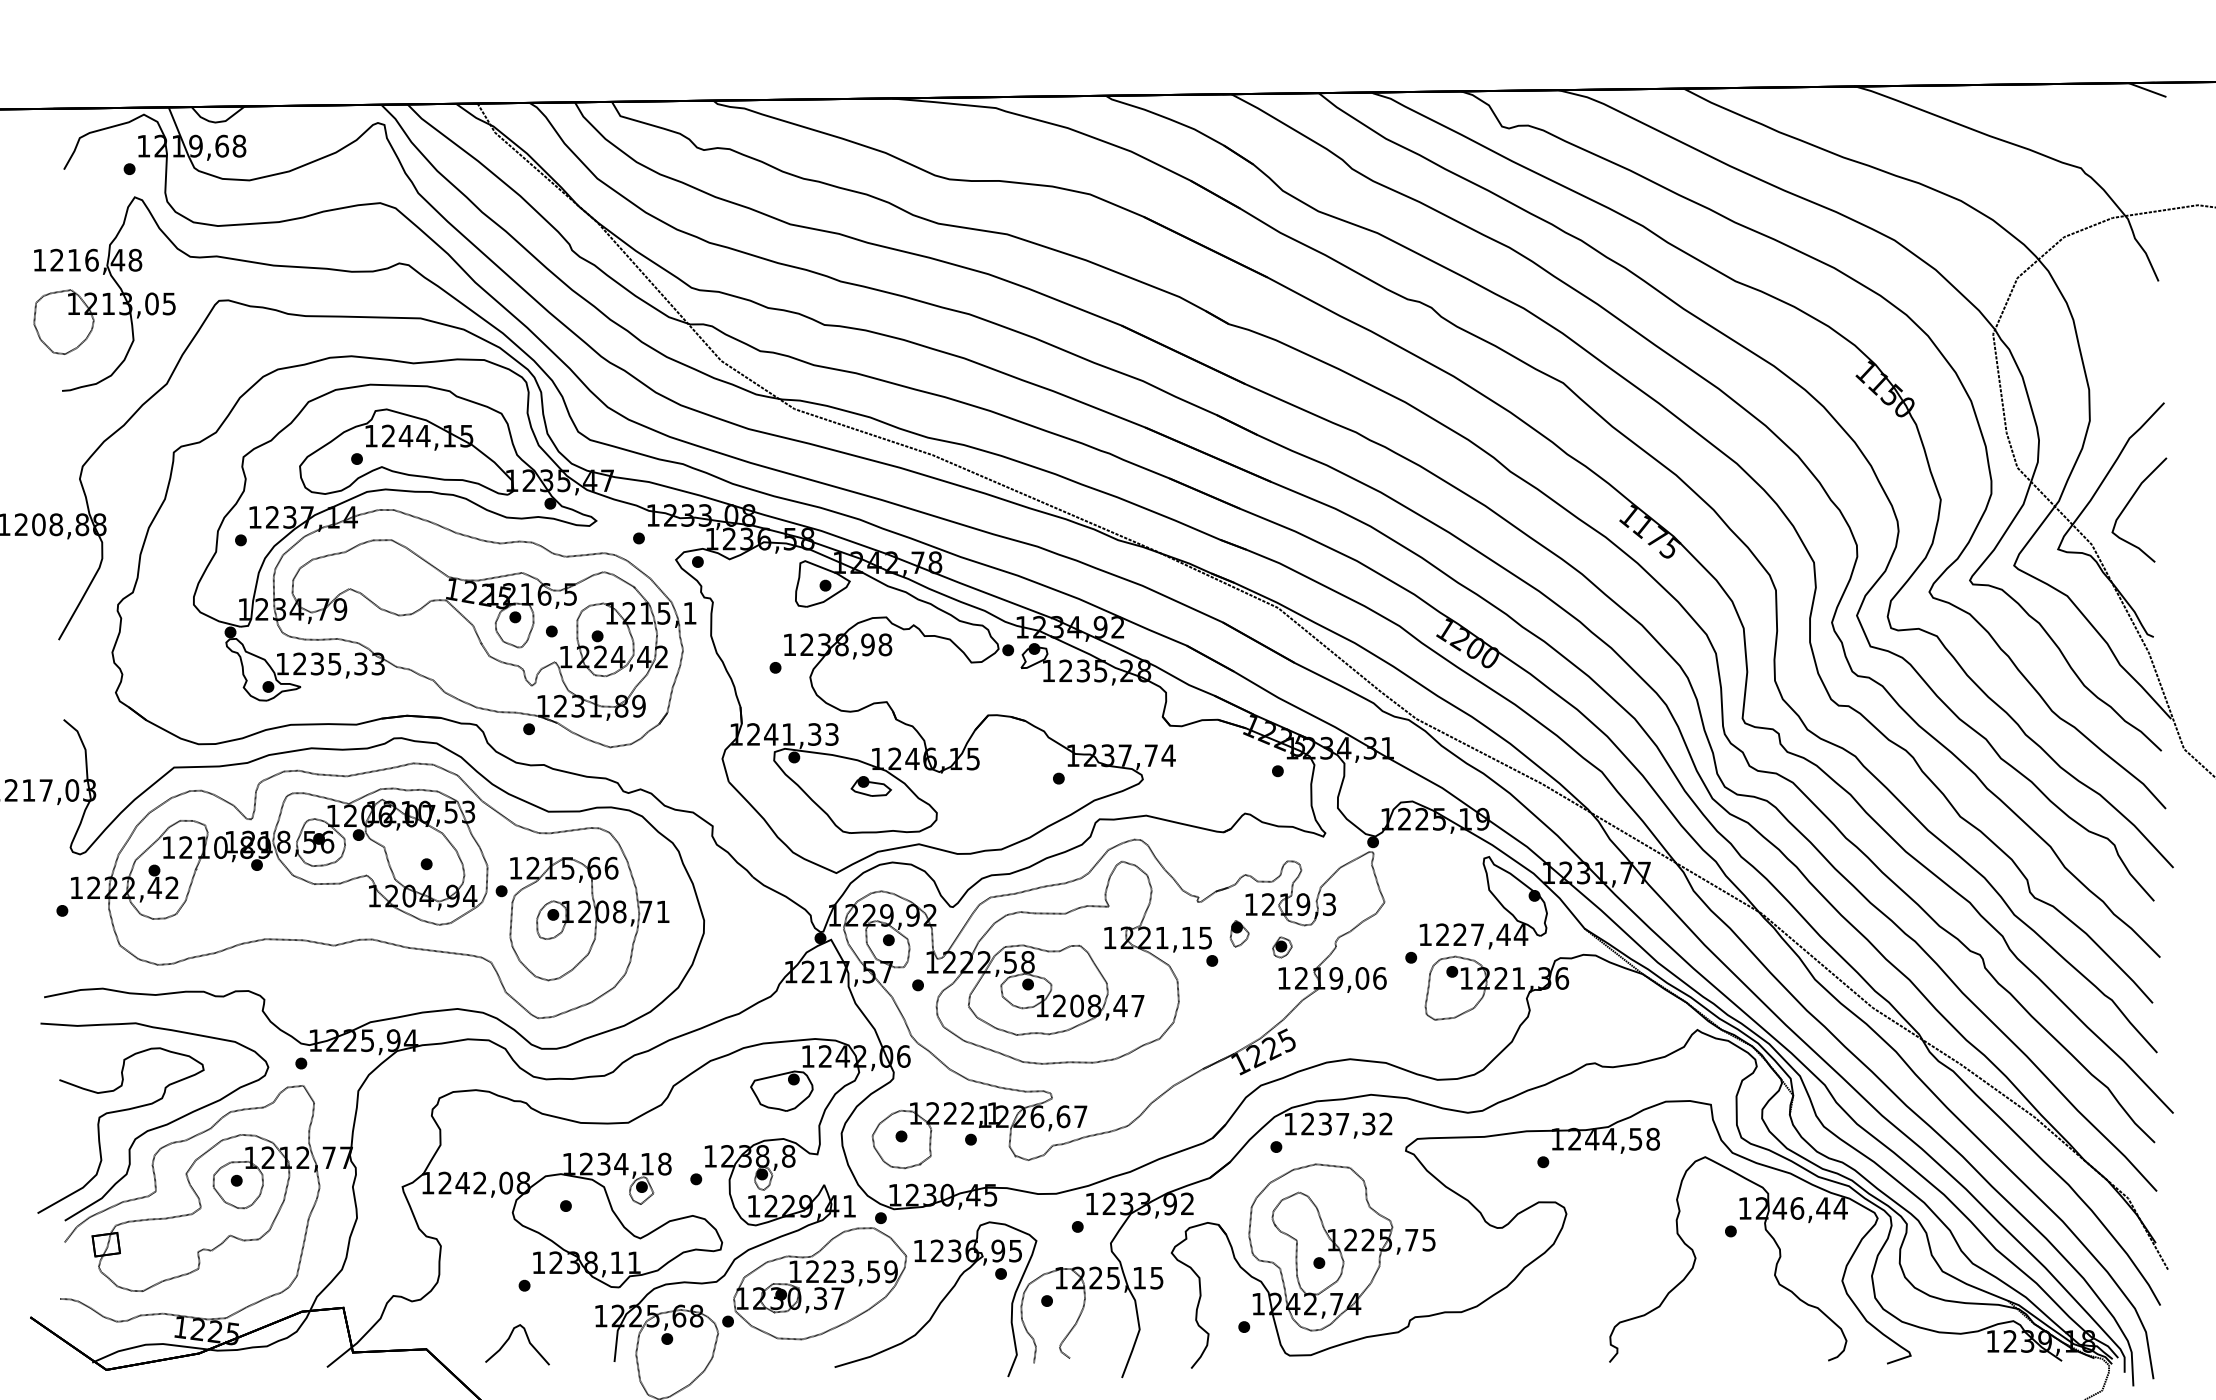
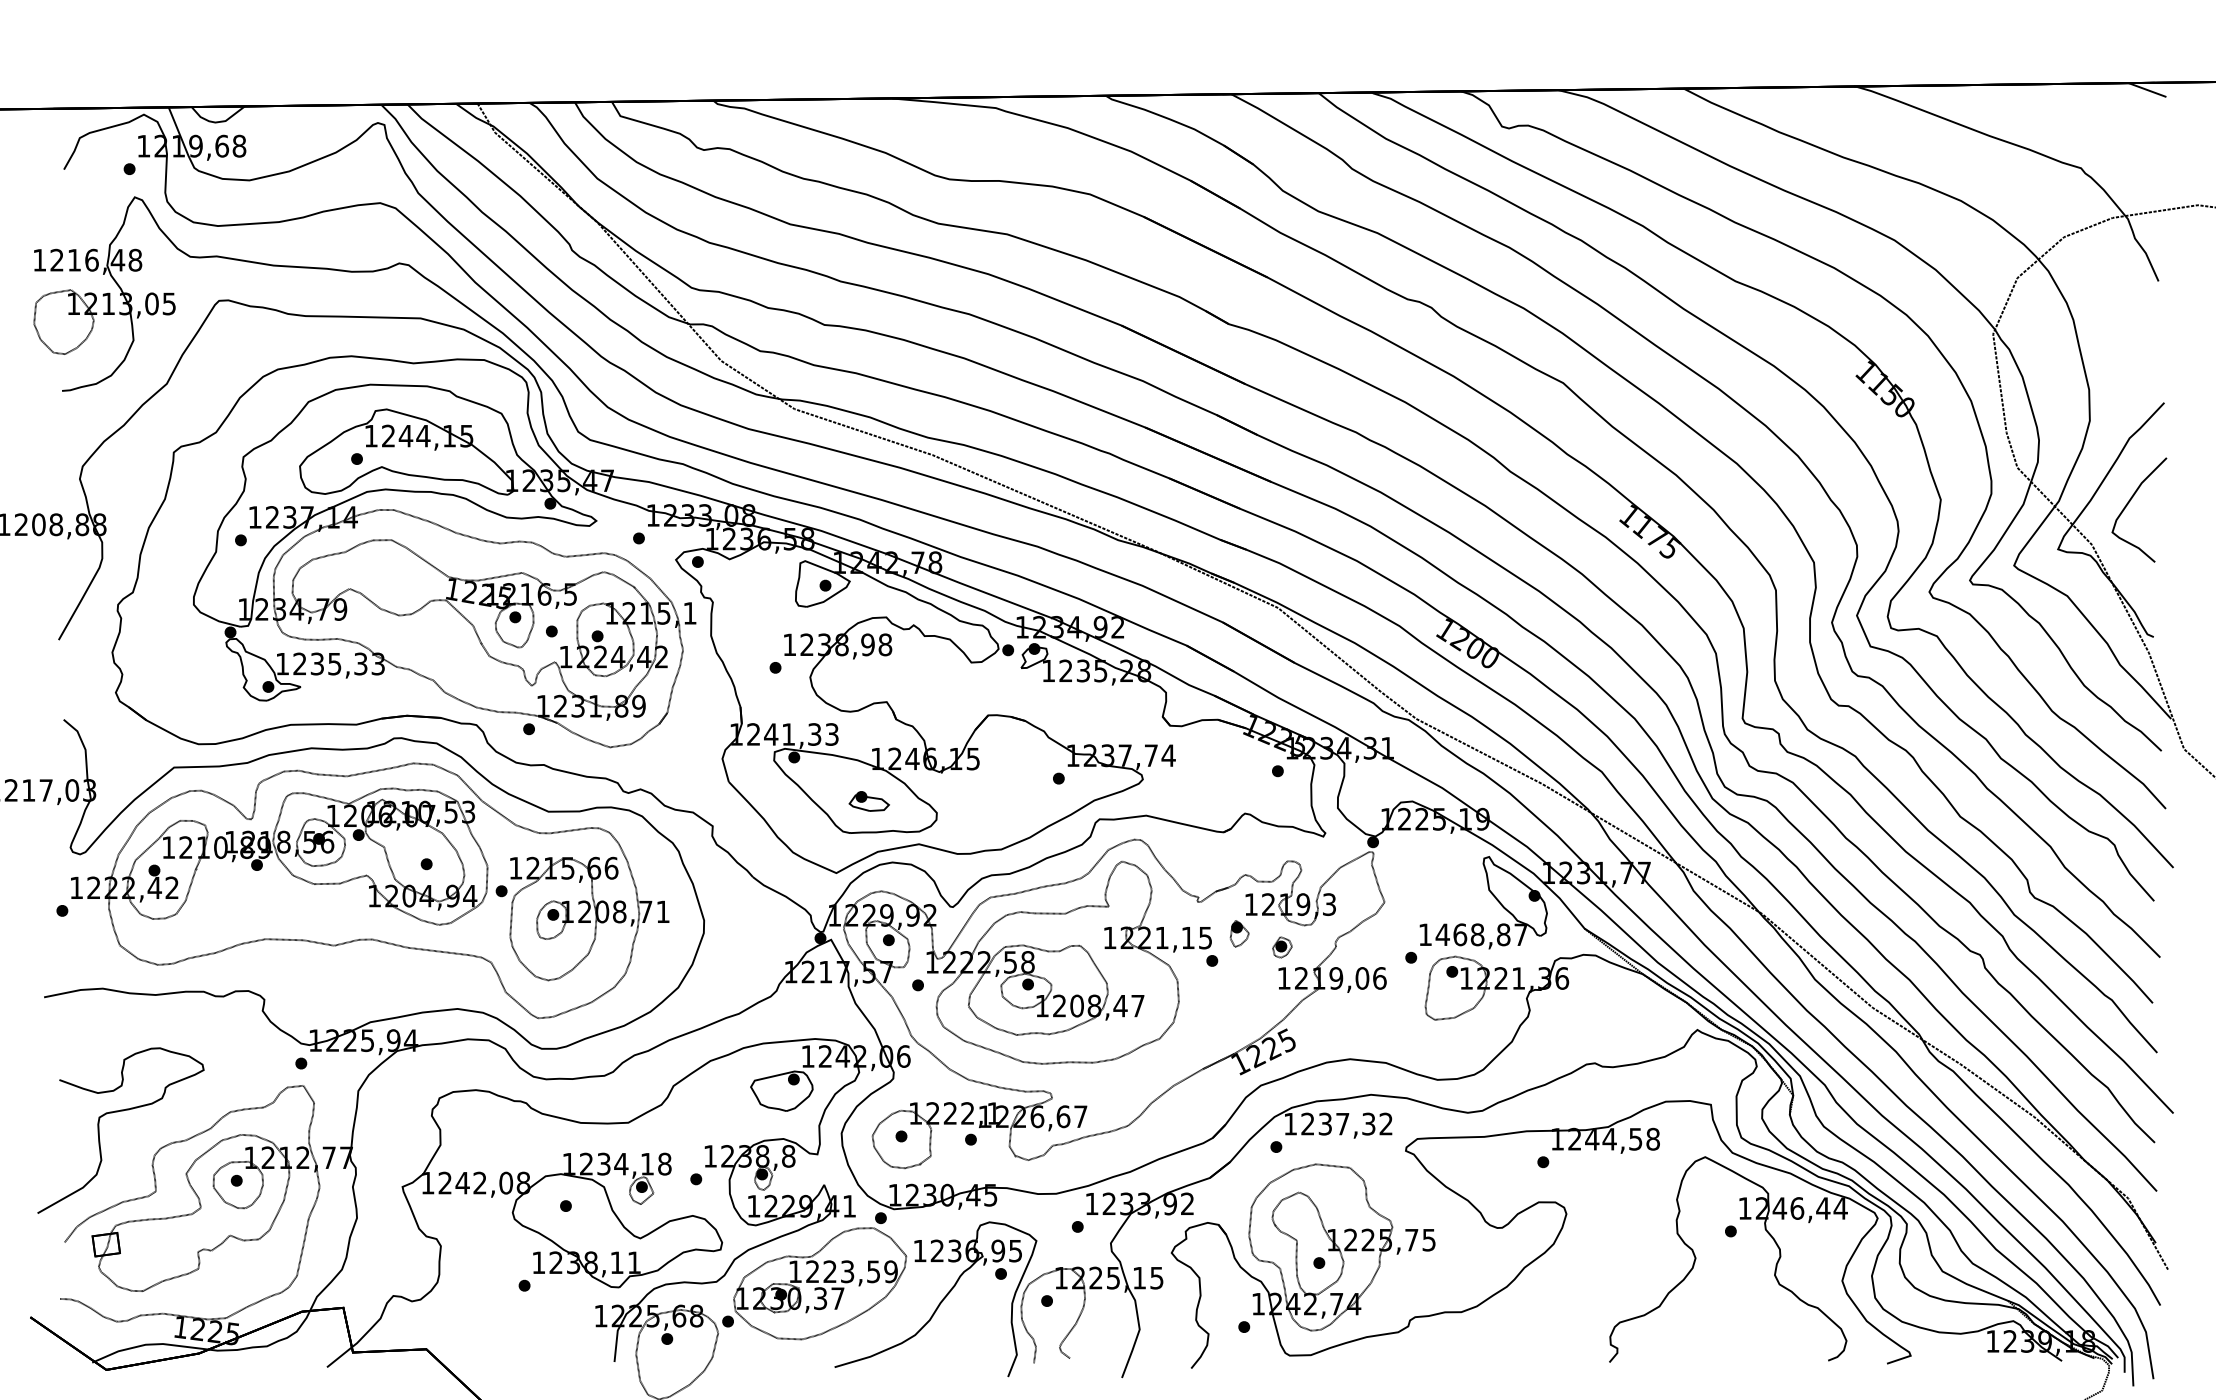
part at (870, 786) position: (870, 786) -> (868, 801)
text at (1481, 934): 1227,44 -> 1468,87
curve at (157, 1126): present -> none
curve at (509, 1339): present -> none
